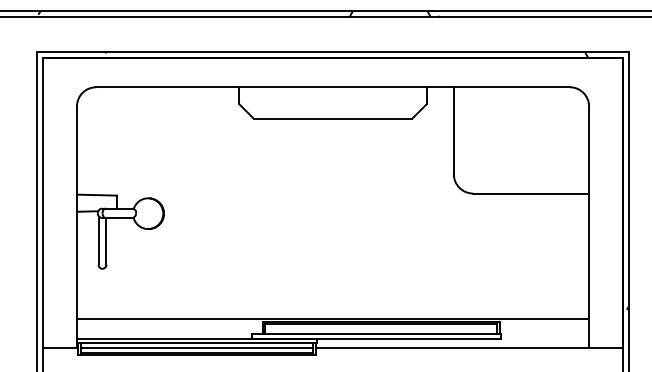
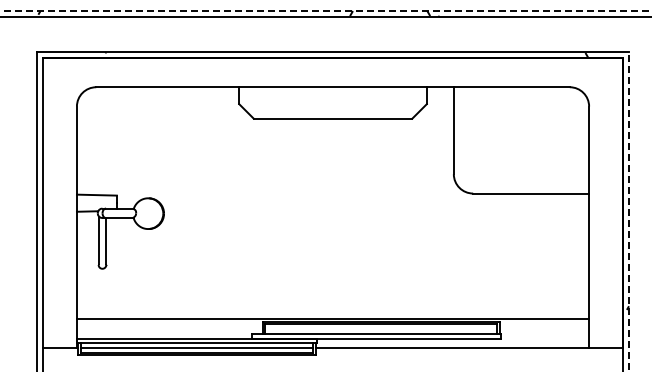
line at (325, 11): solid -> dashed
line at (629, 211): solid -> dashed
